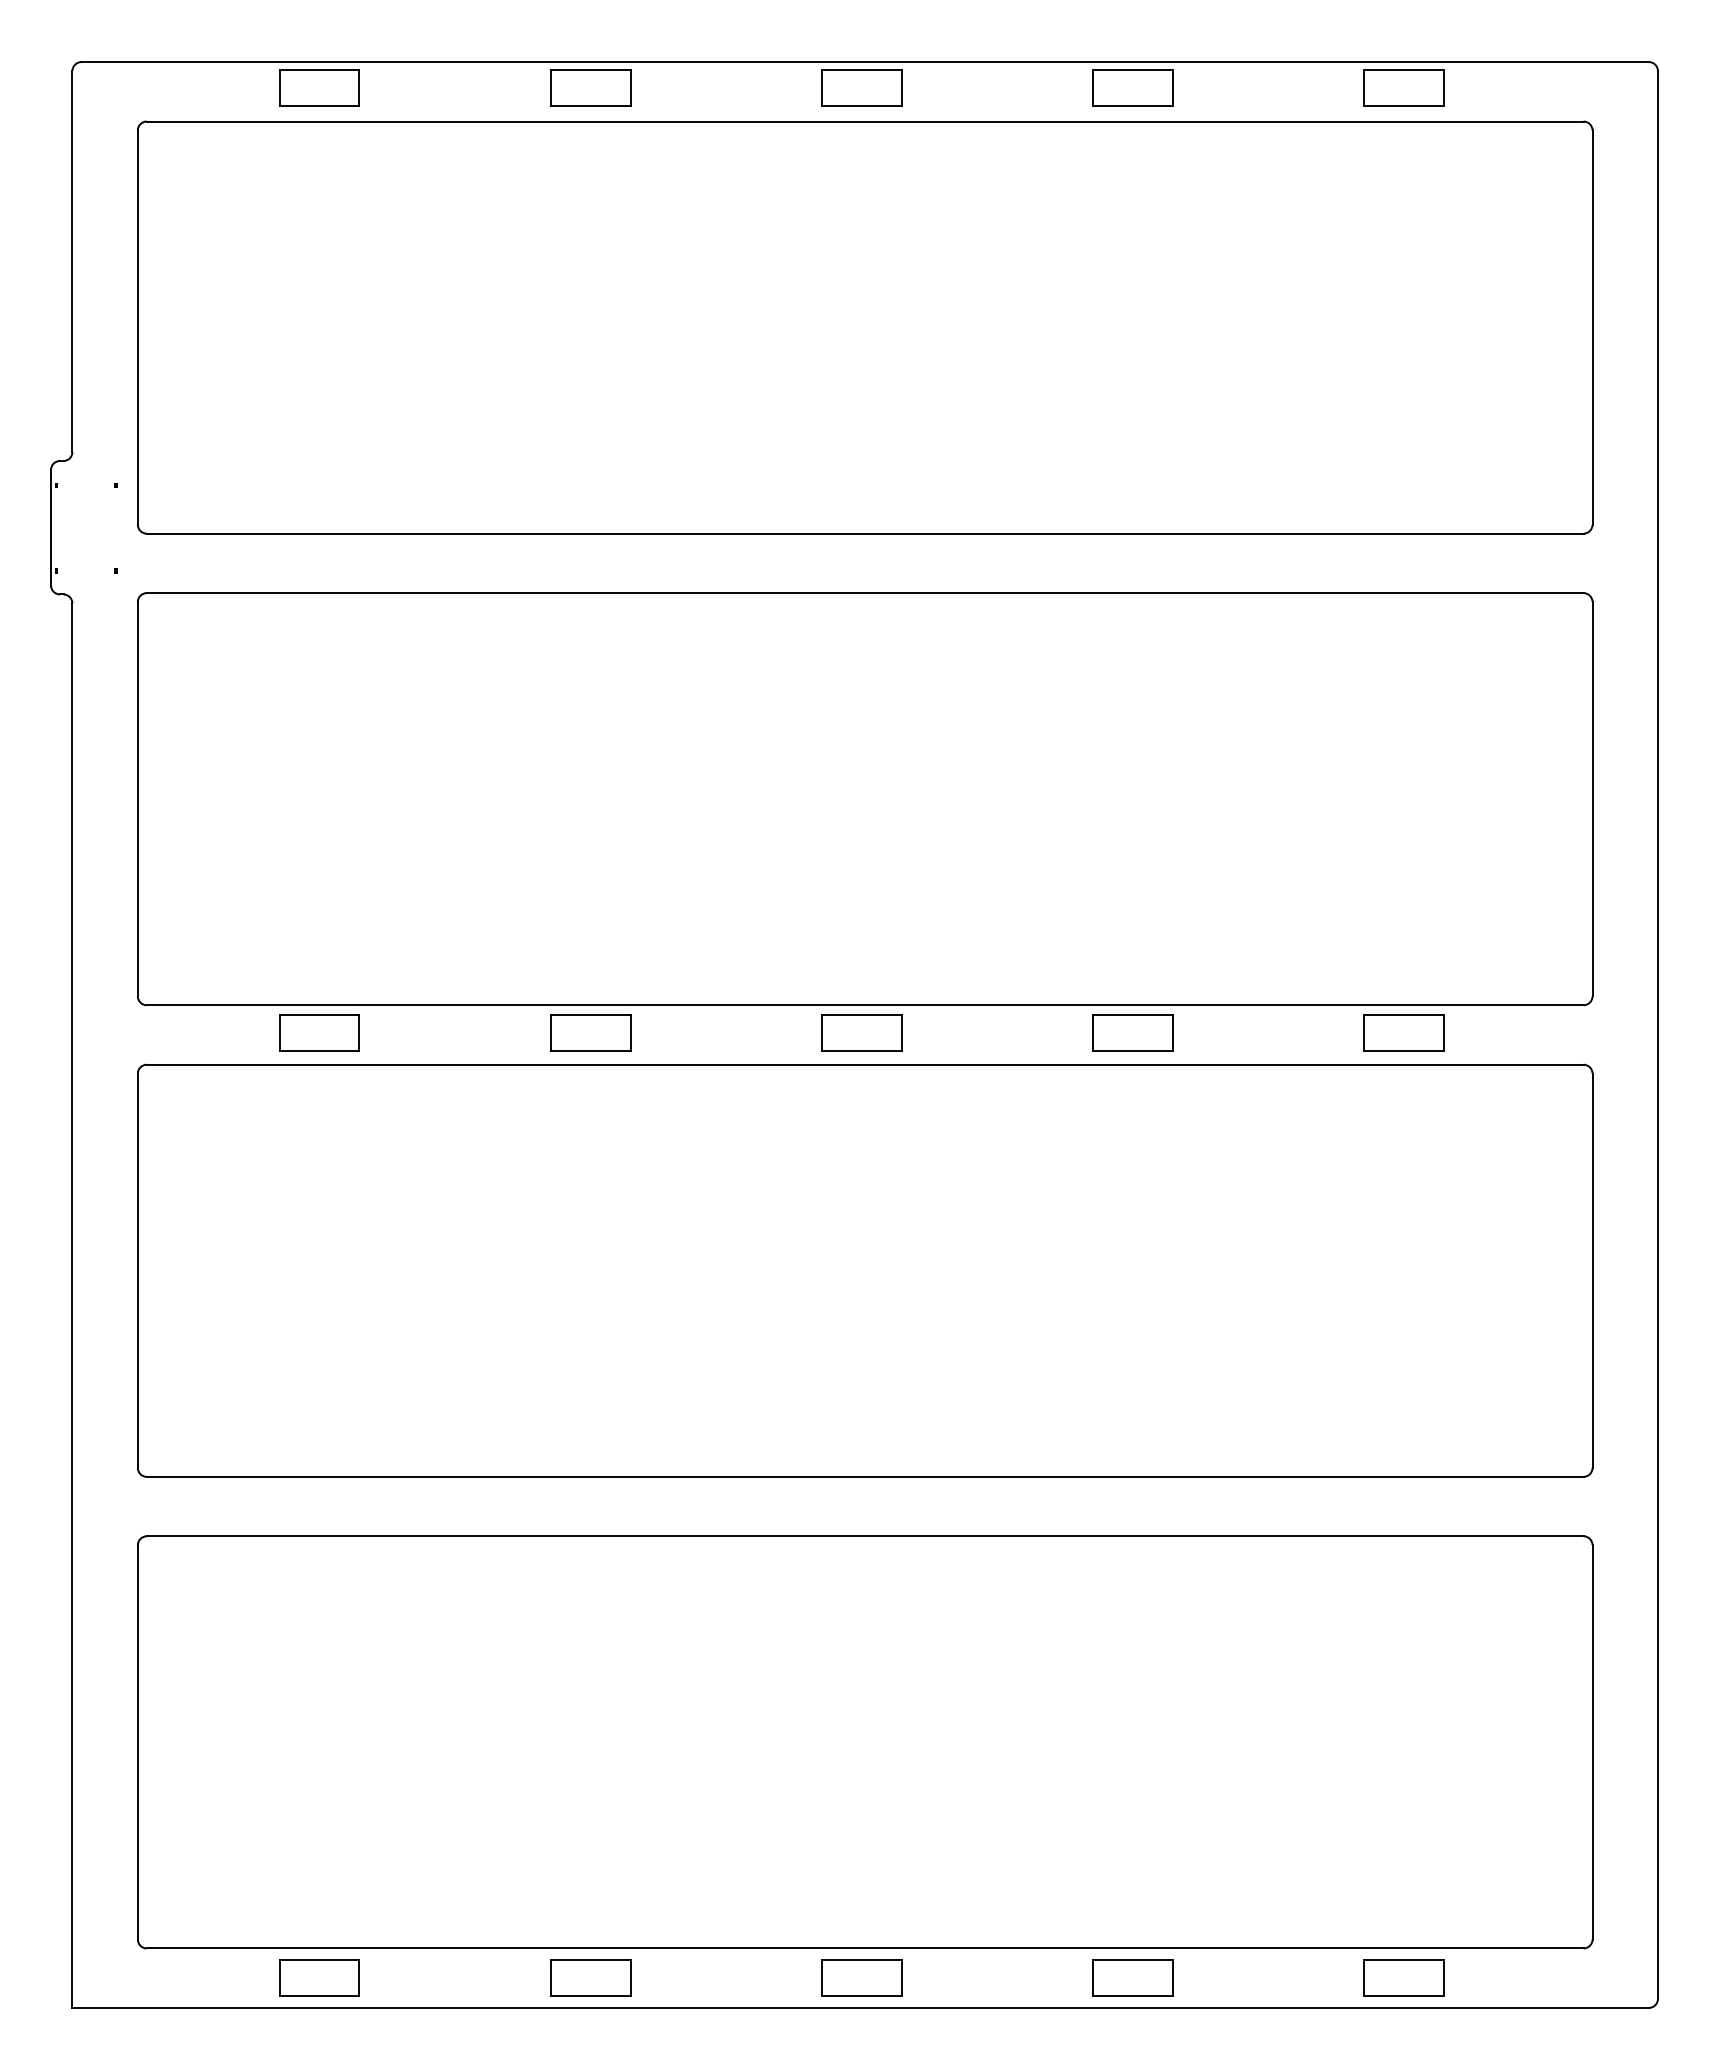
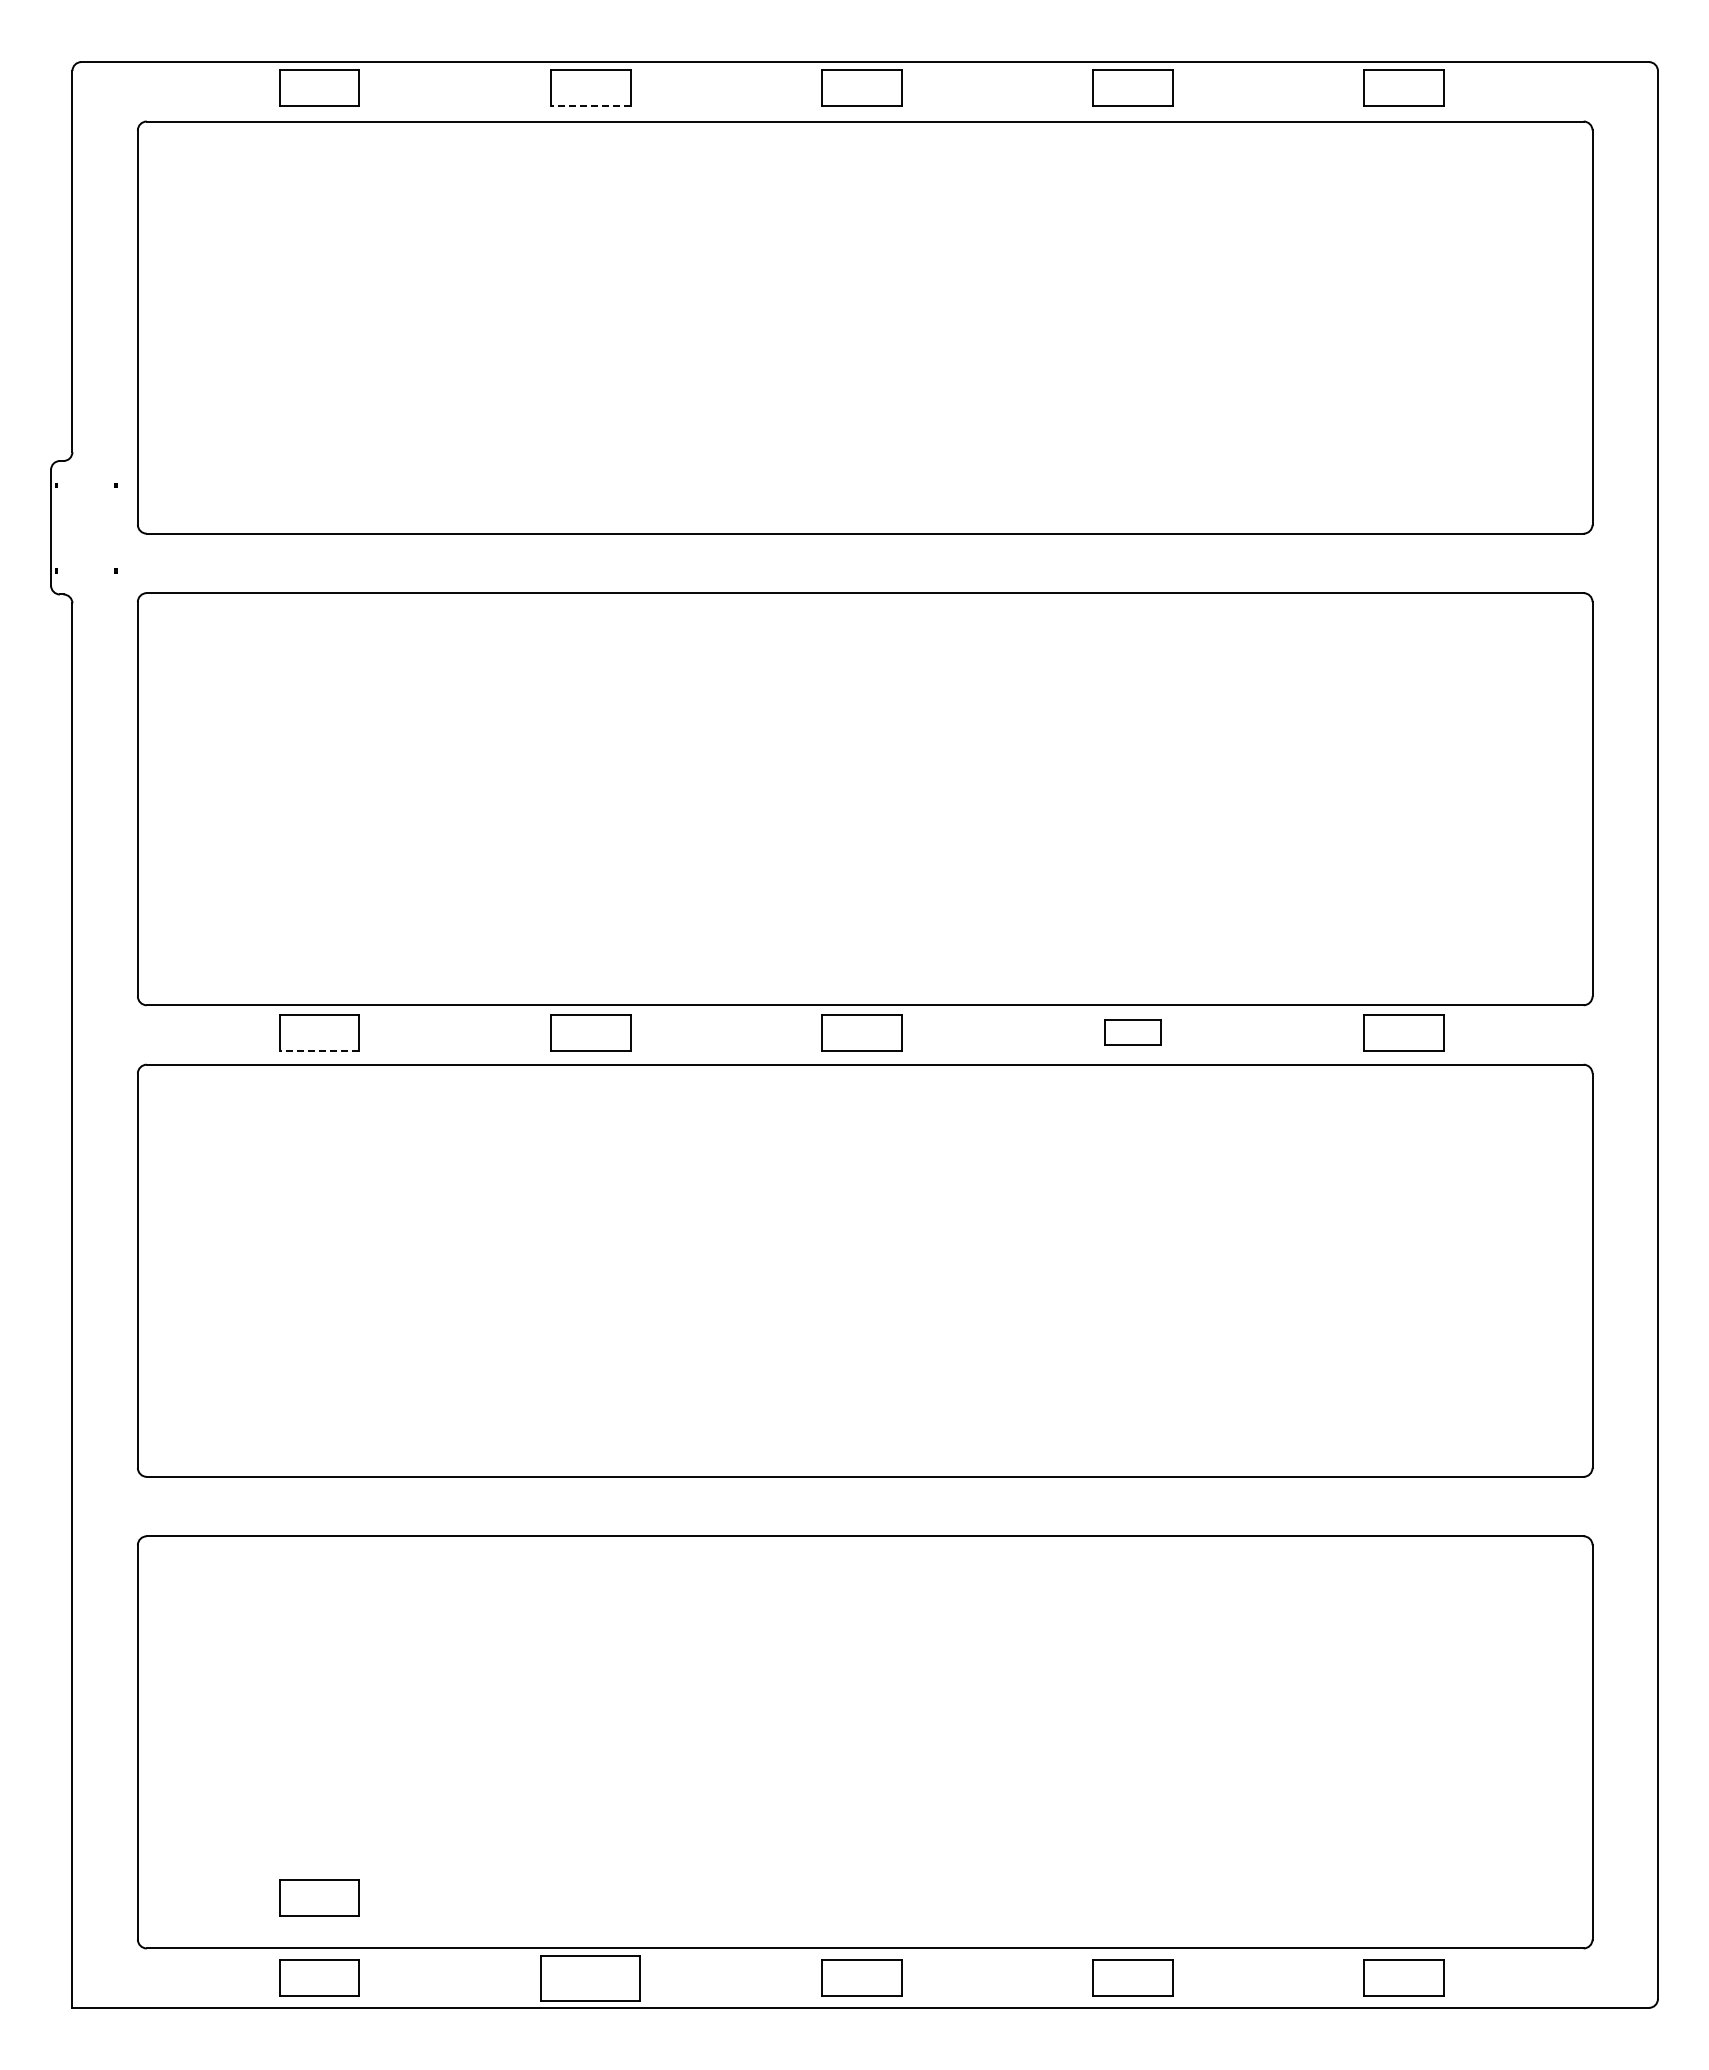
line at (590, 105): solid -> dashed
part at (1132, 1032) size: 82x38 px -> 58x27 px
line at (319, 1050): solid -> dashed
part at (319, 1897): none -> present
part at (590, 1977) size: 82x38 px -> 101x47 px
